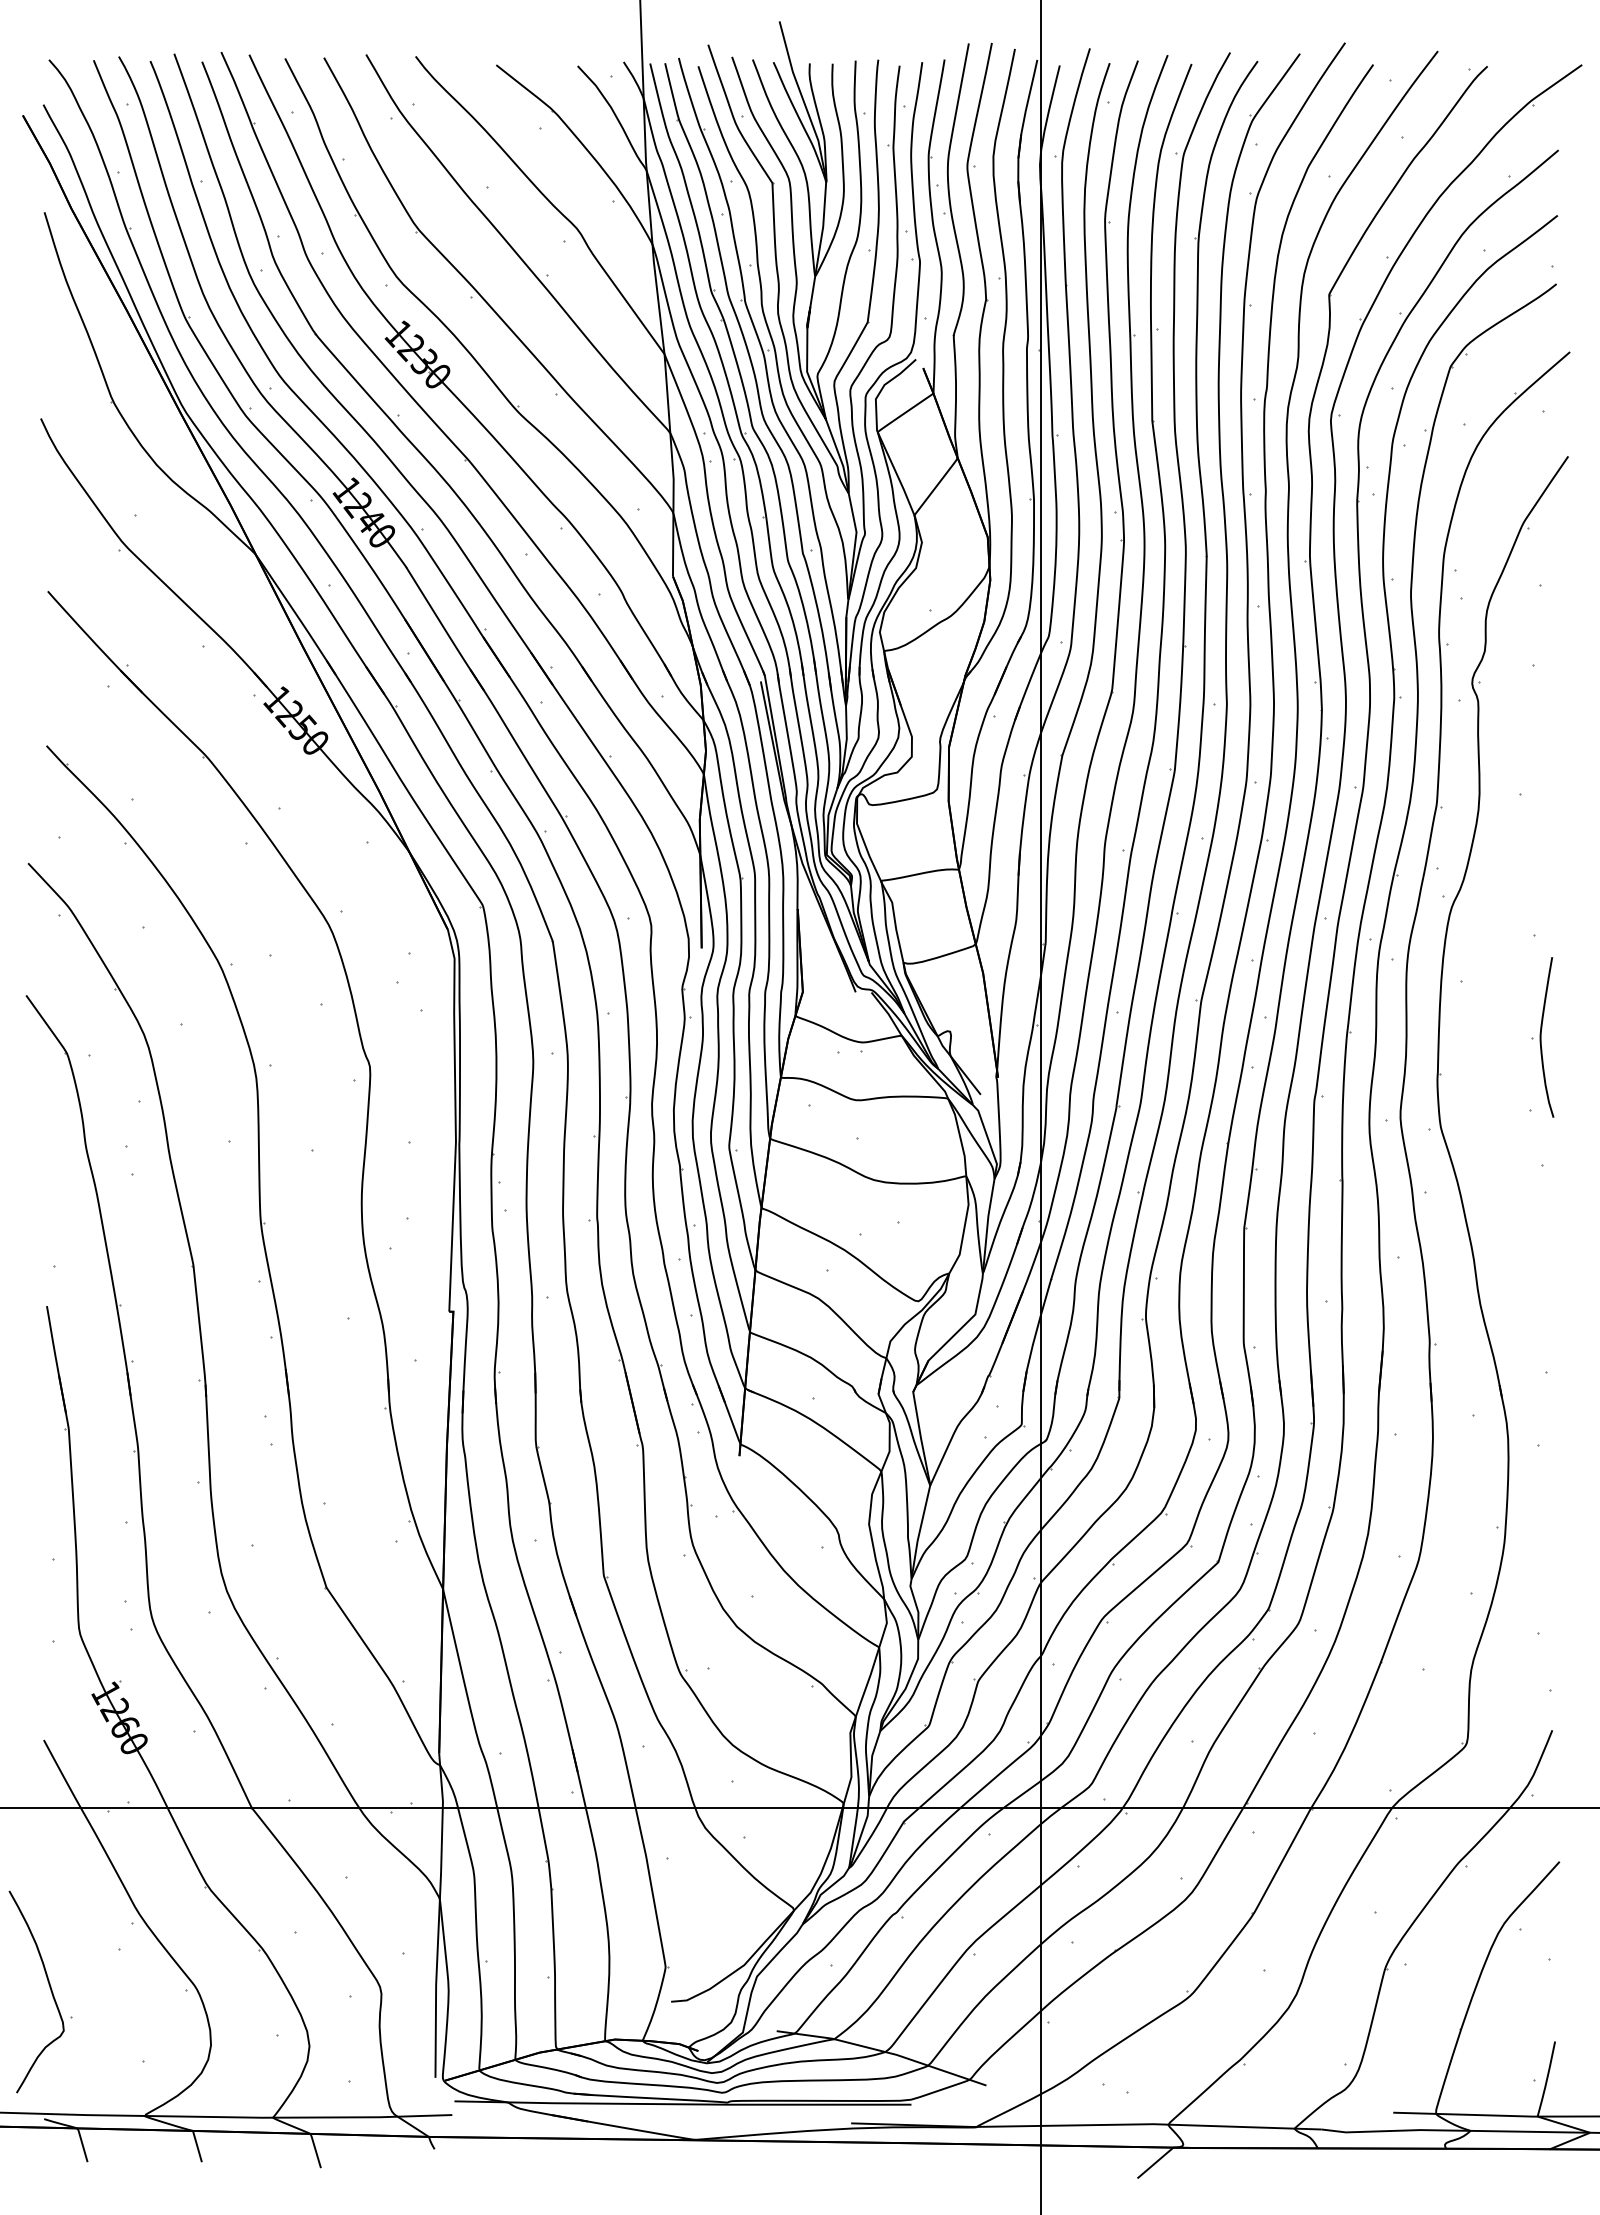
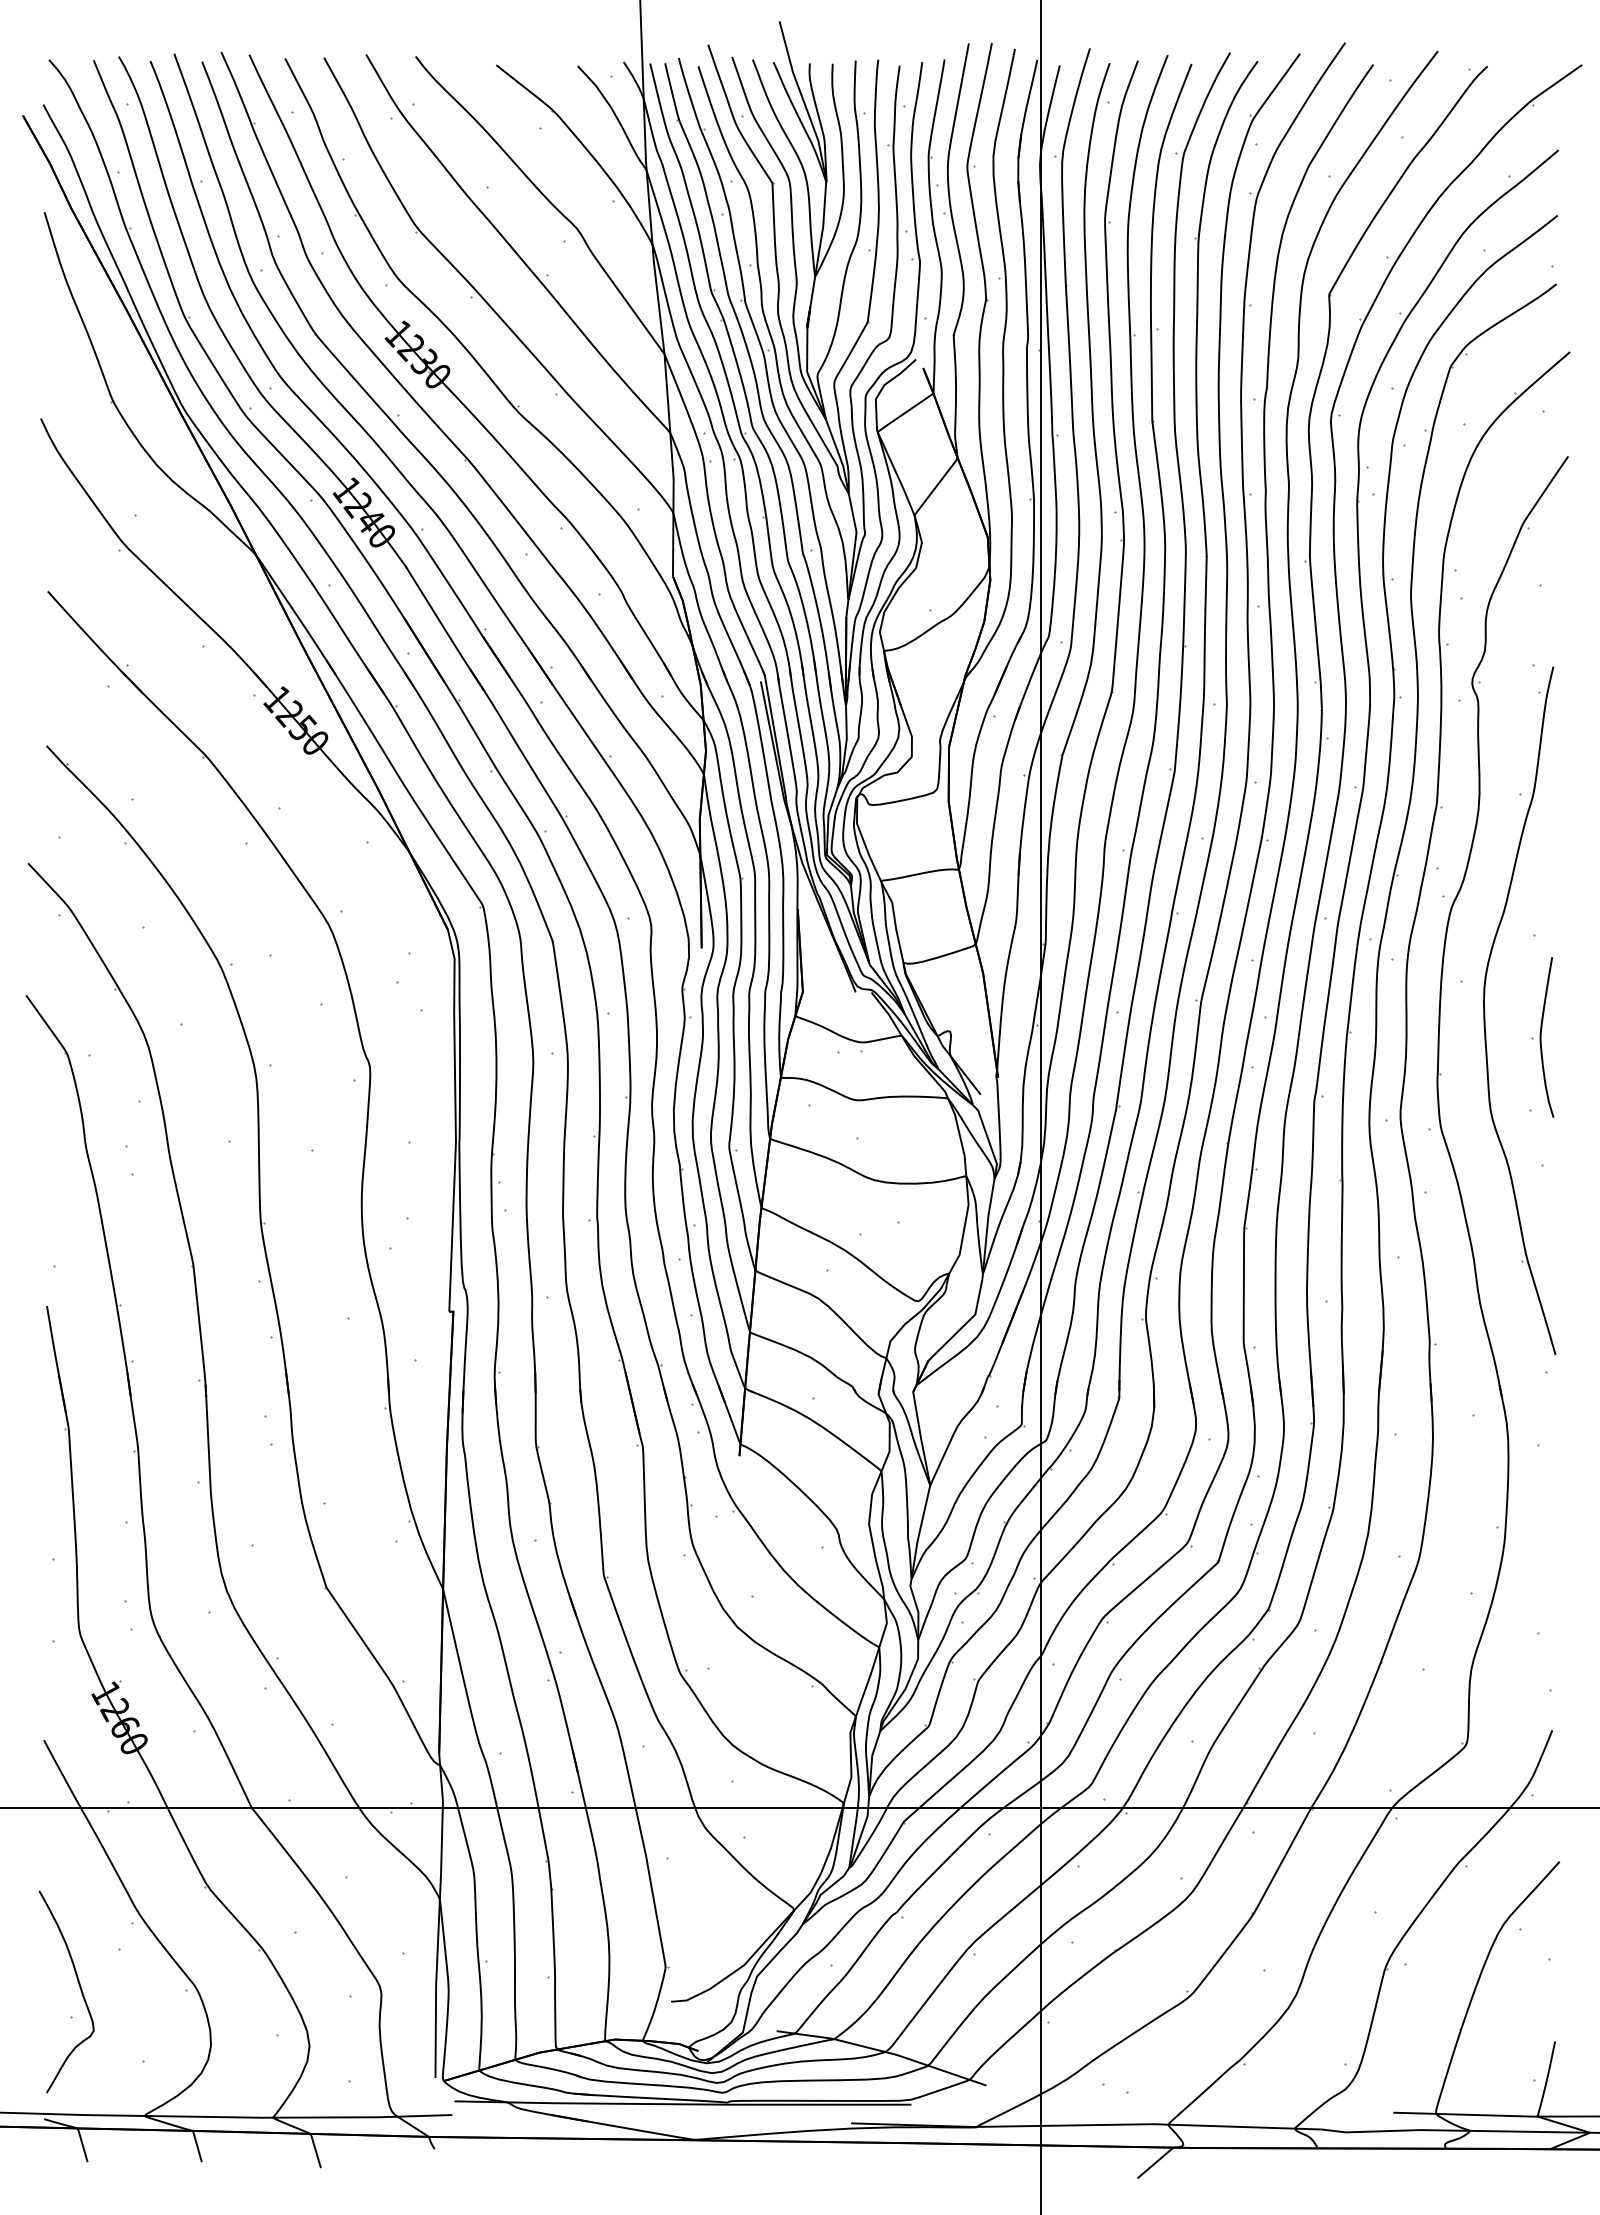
part at (1485, 1011): none -> present
curve at (49, 1987) position: (49, 1987) -> (79, 1987)
